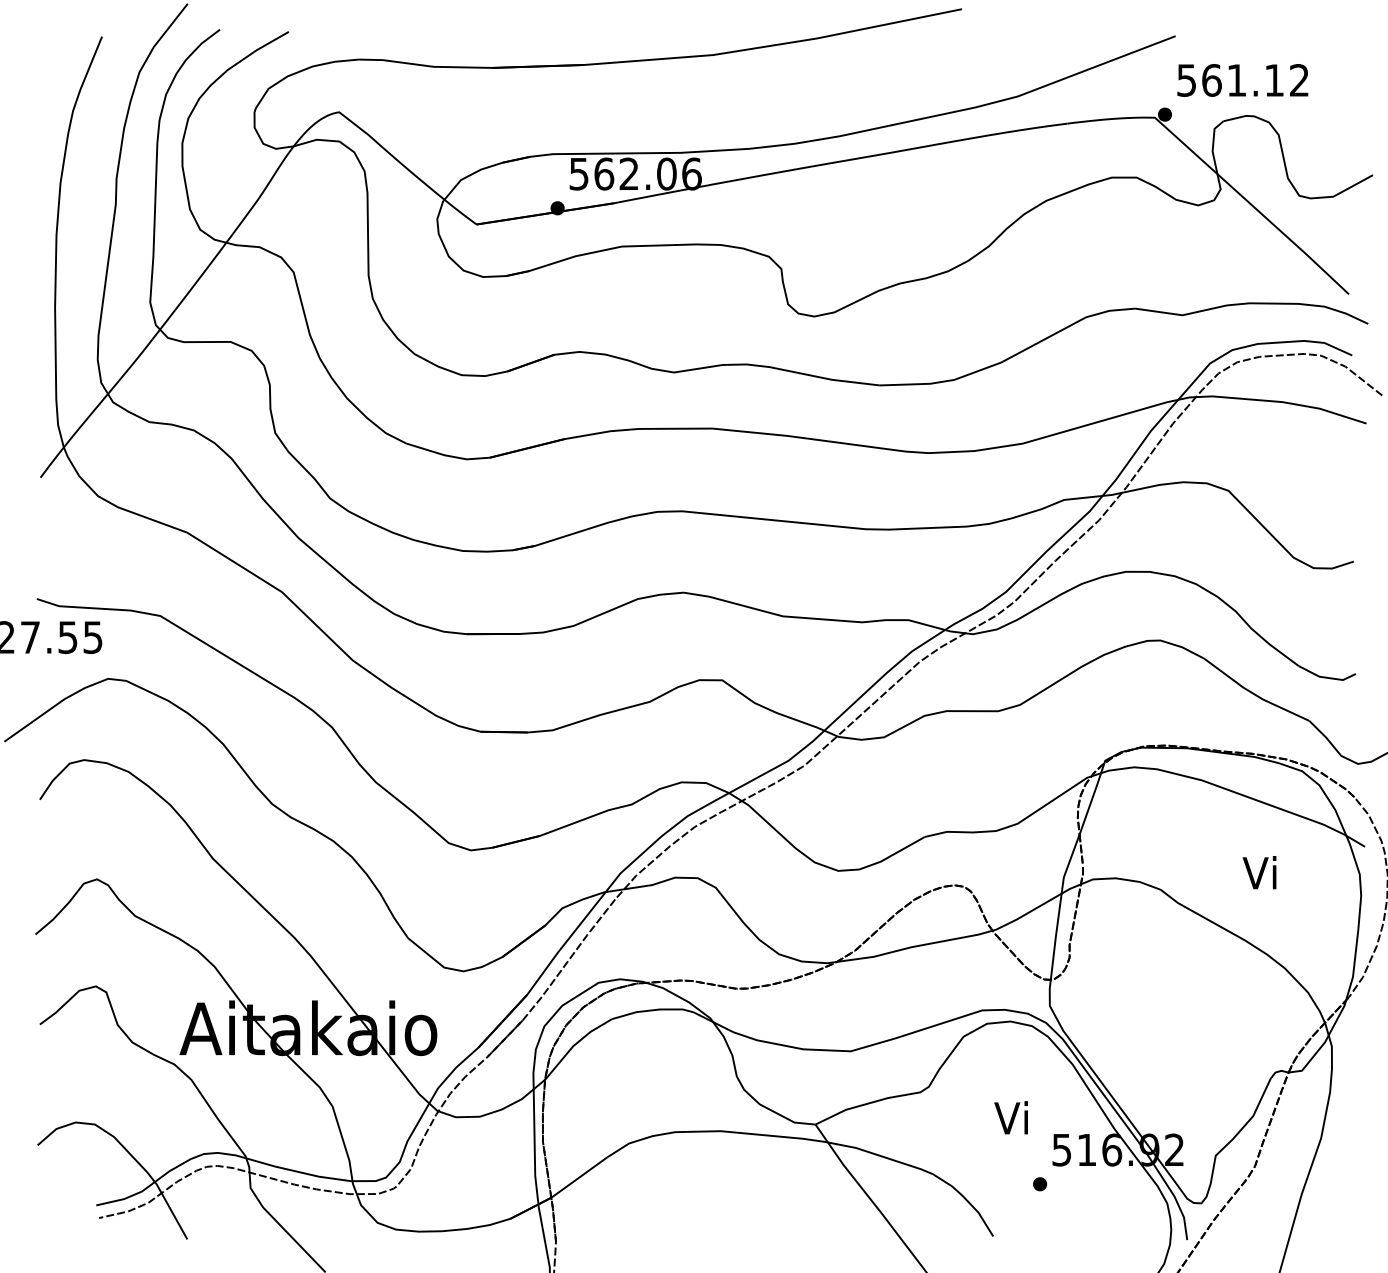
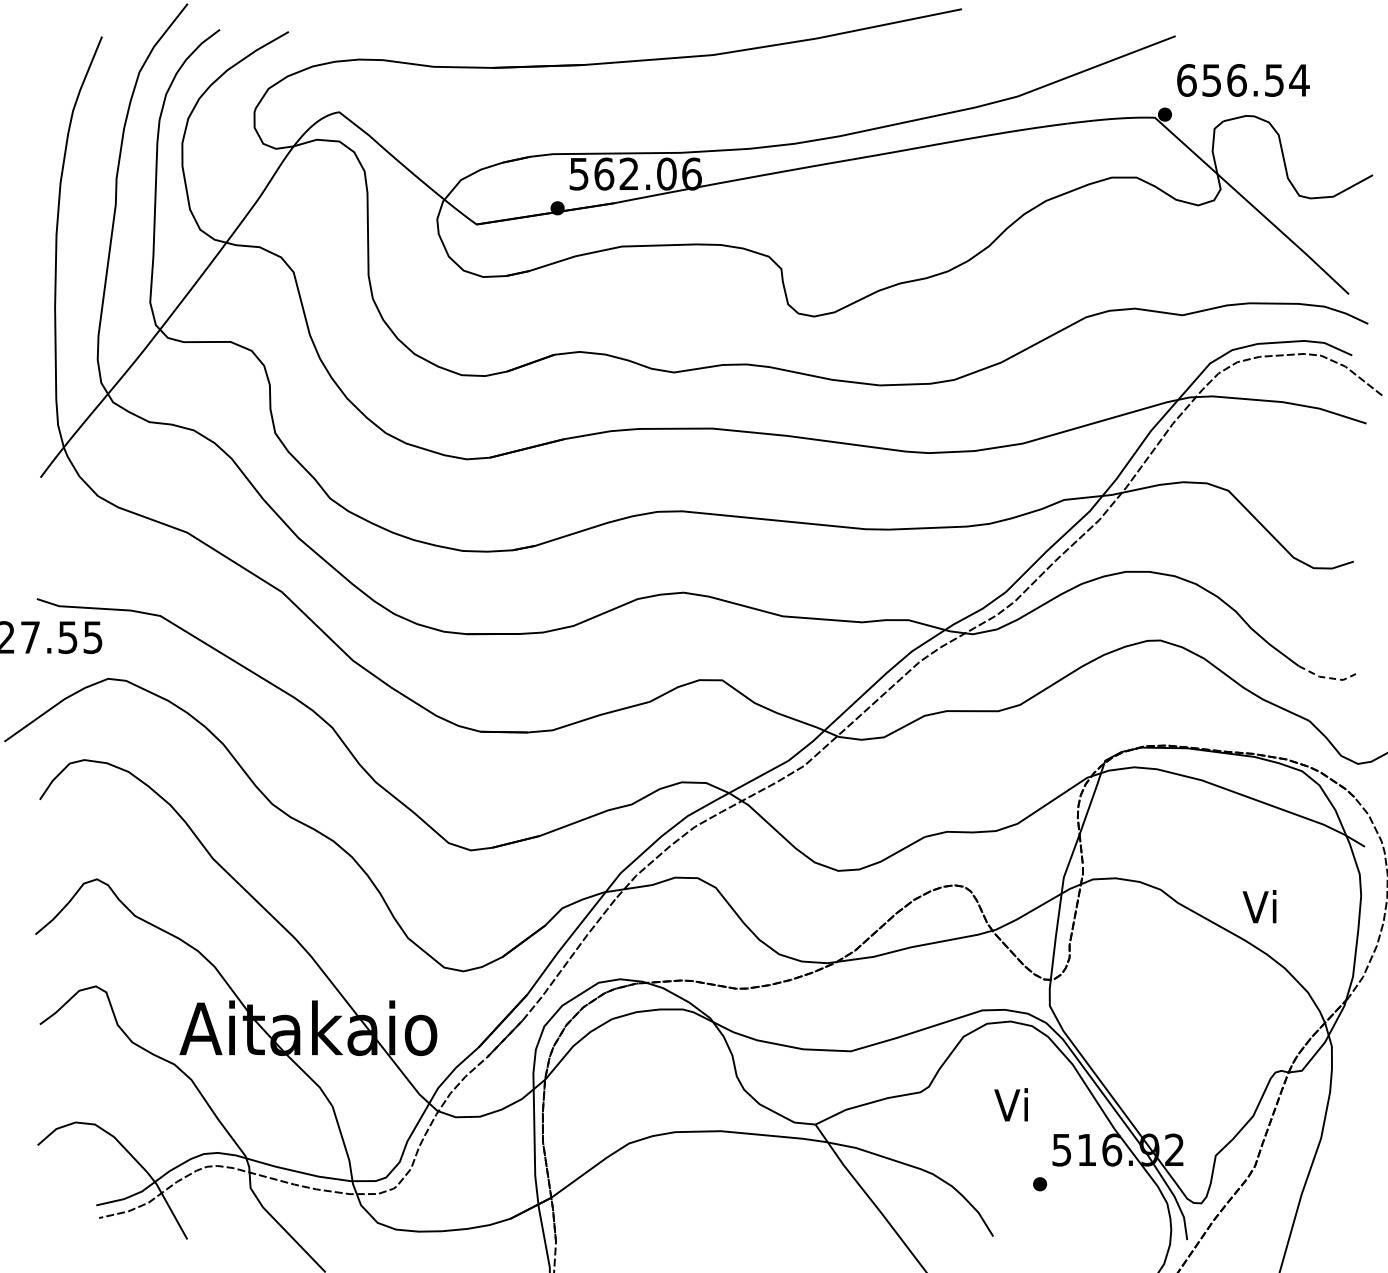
text at (1243, 80): 561.12 -> 656.54
line at (1327, 677): solid -> dashed
text at (1259, 872) position: (1259, 872) -> (1259, 906)
text at (1010, 1117) position: (1010, 1117) -> (1010, 1104)
